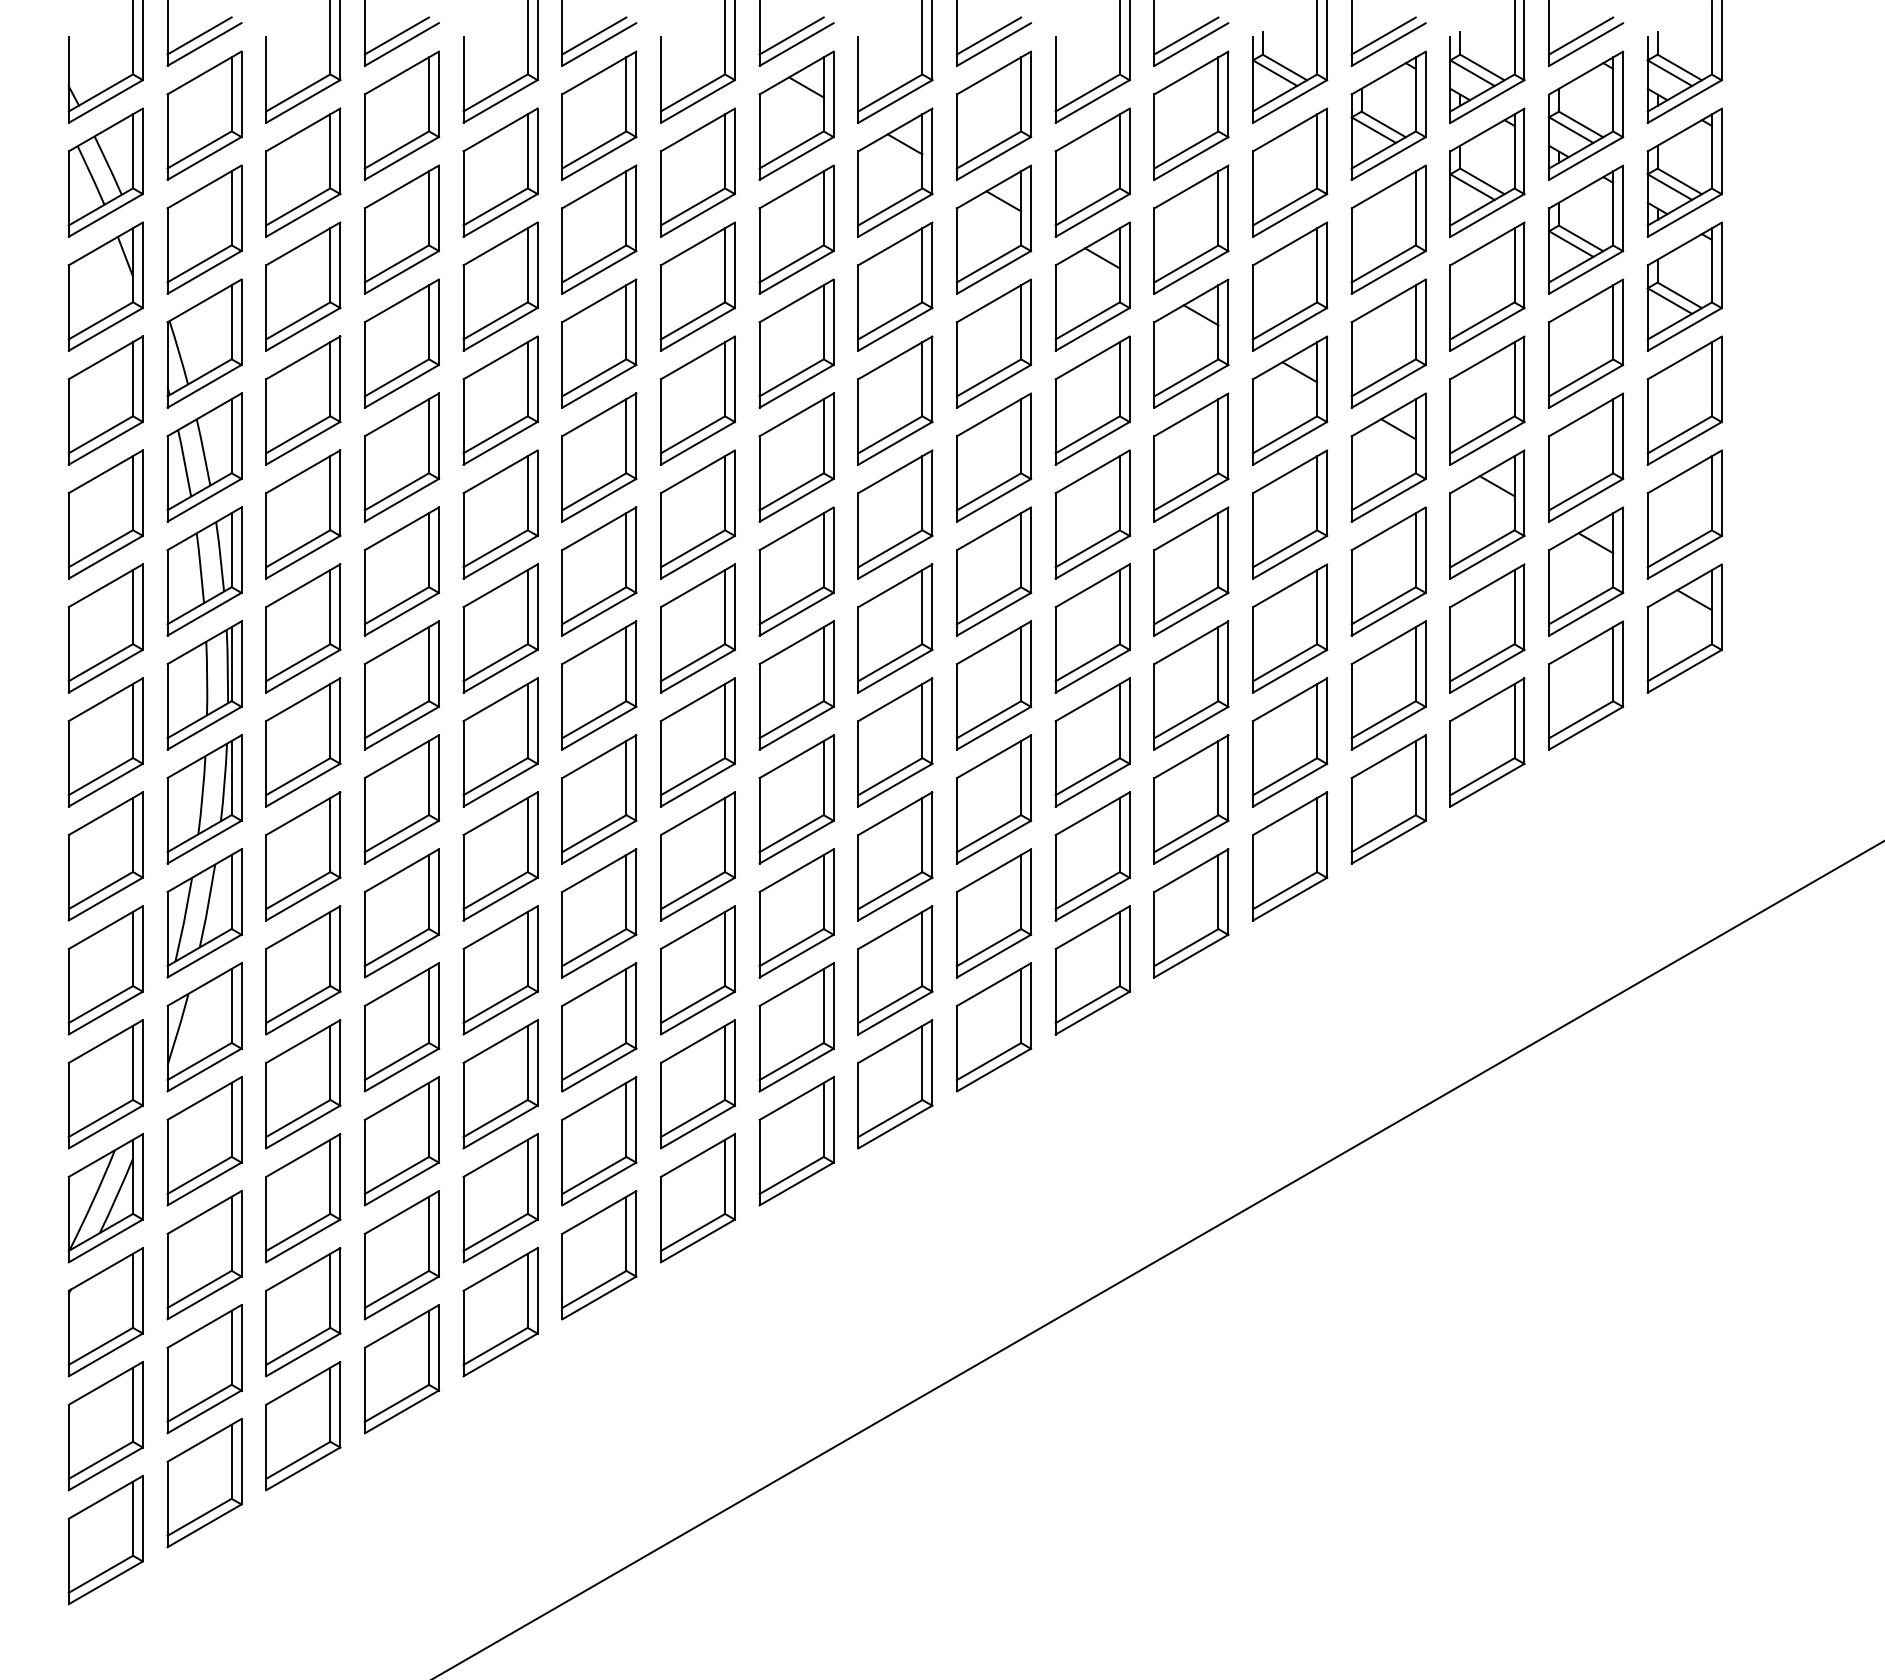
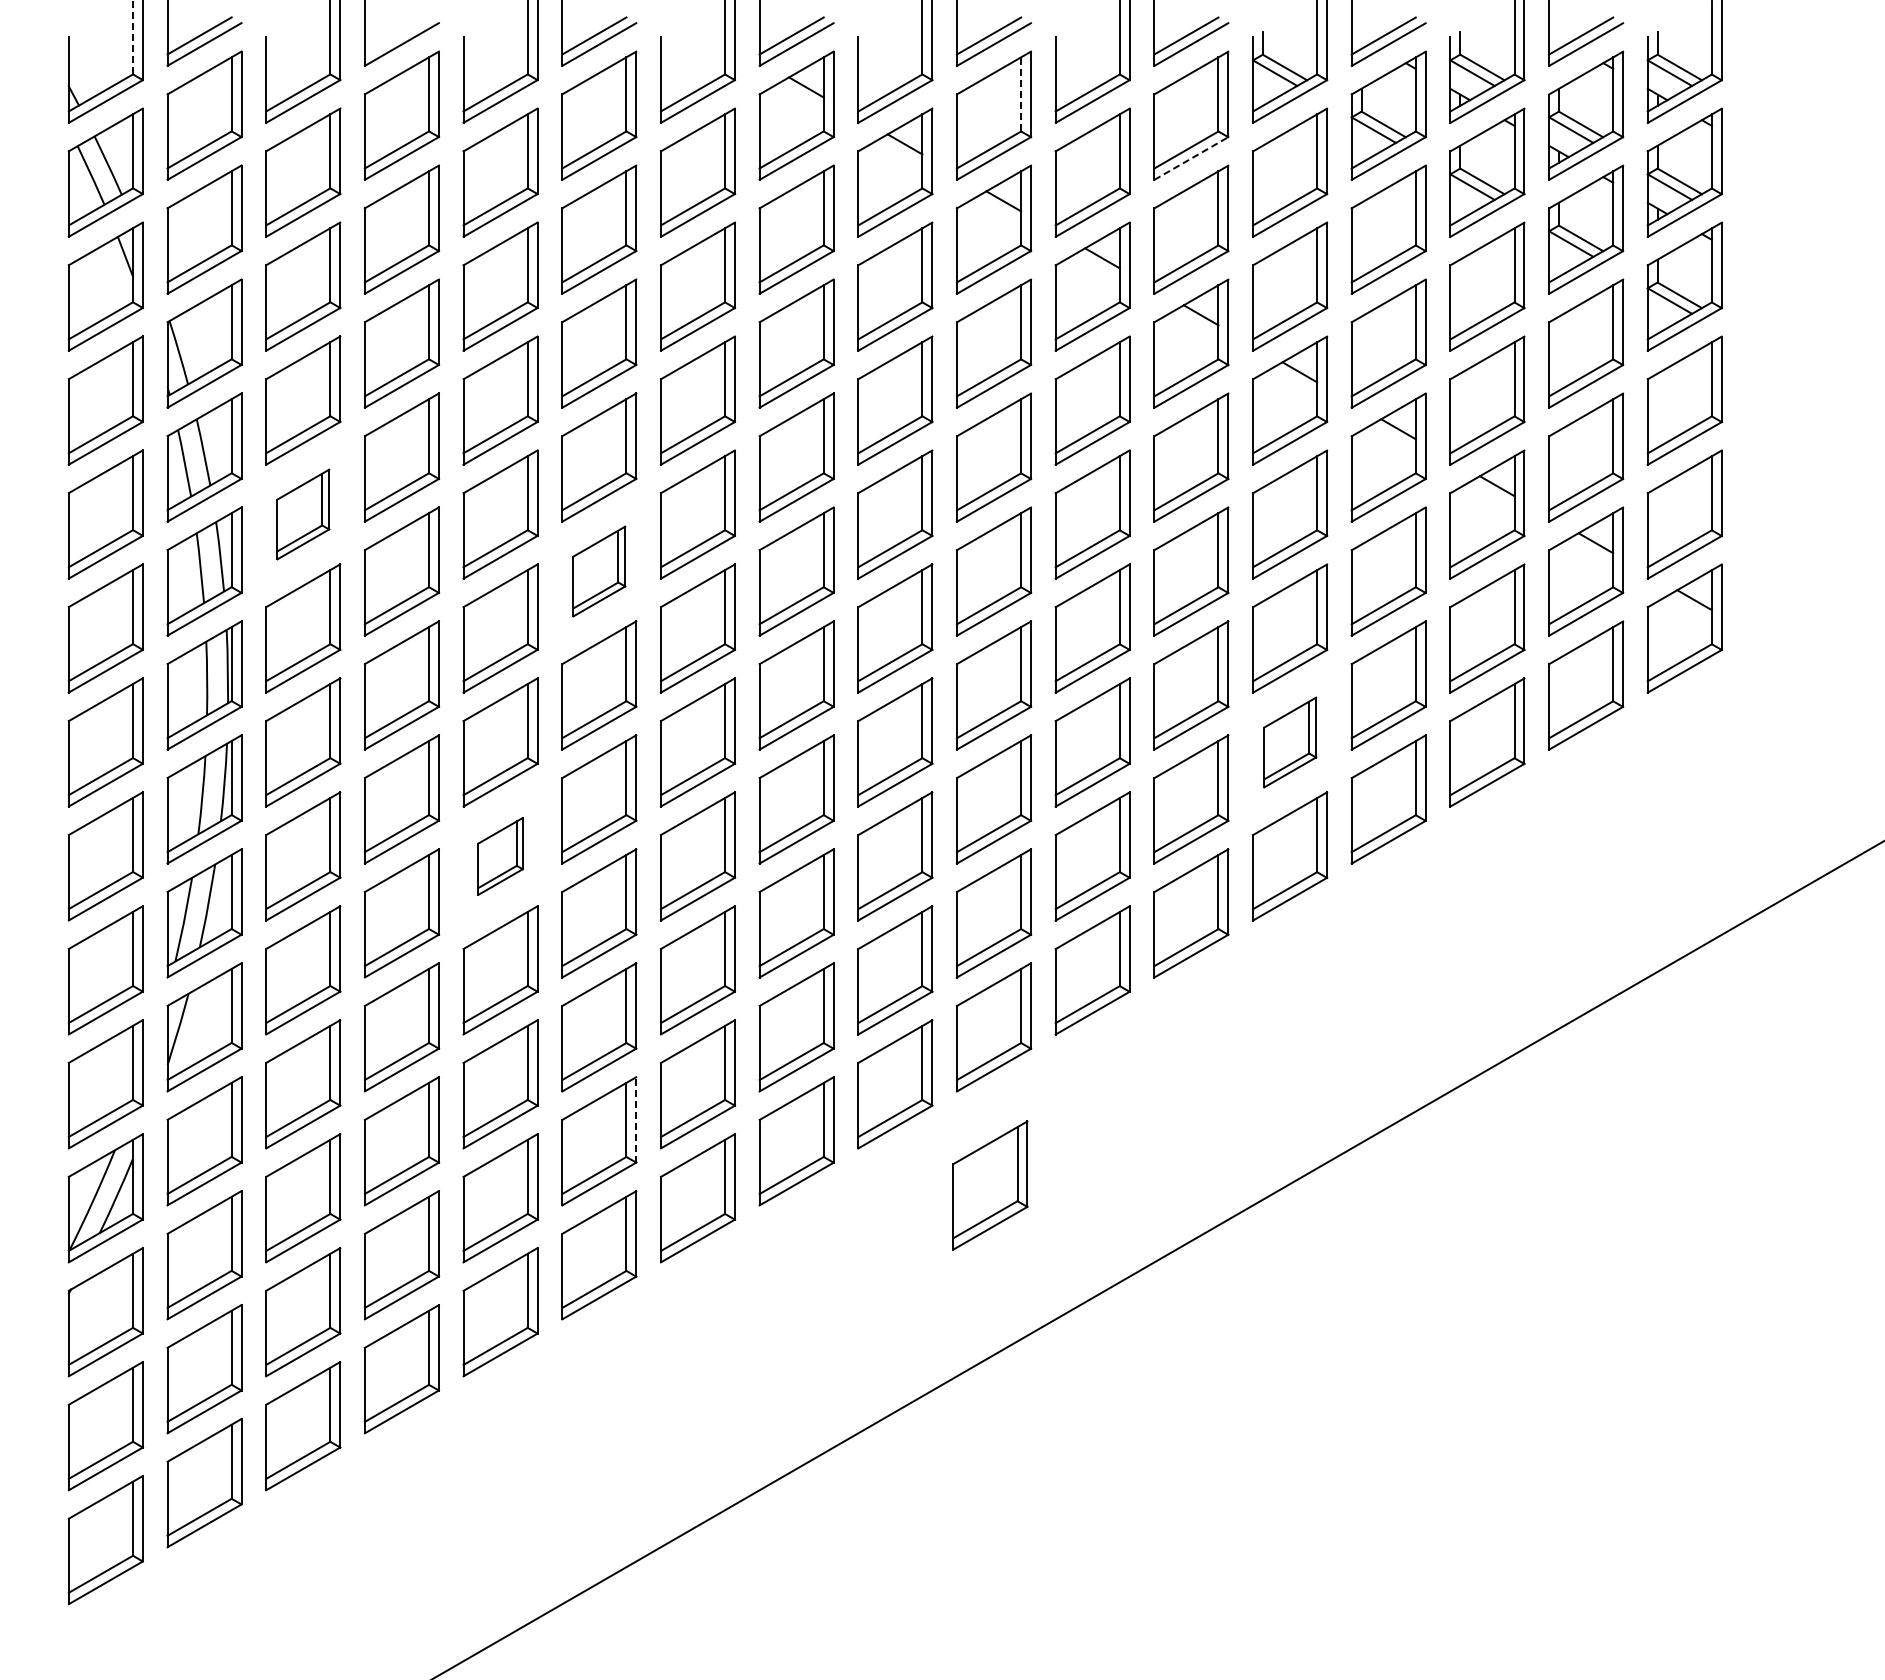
line at (396, 35): present -> none
line at (133, 36): solid -> dashed
line at (1021, 93): solid -> dashed
line at (1191, 158): solid -> dashed
part at (303, 514) size: 77x131 px -> 55x93 px
part at (599, 571) size: 77x131 px -> 55x93 px
part at (1290, 742) size: 77x131 px -> 55x93 px
part at (500, 856) size: 77x131 px -> 47x79 px
line at (636, 1119): solid -> dashed
part at (990, 1185): none -> present
